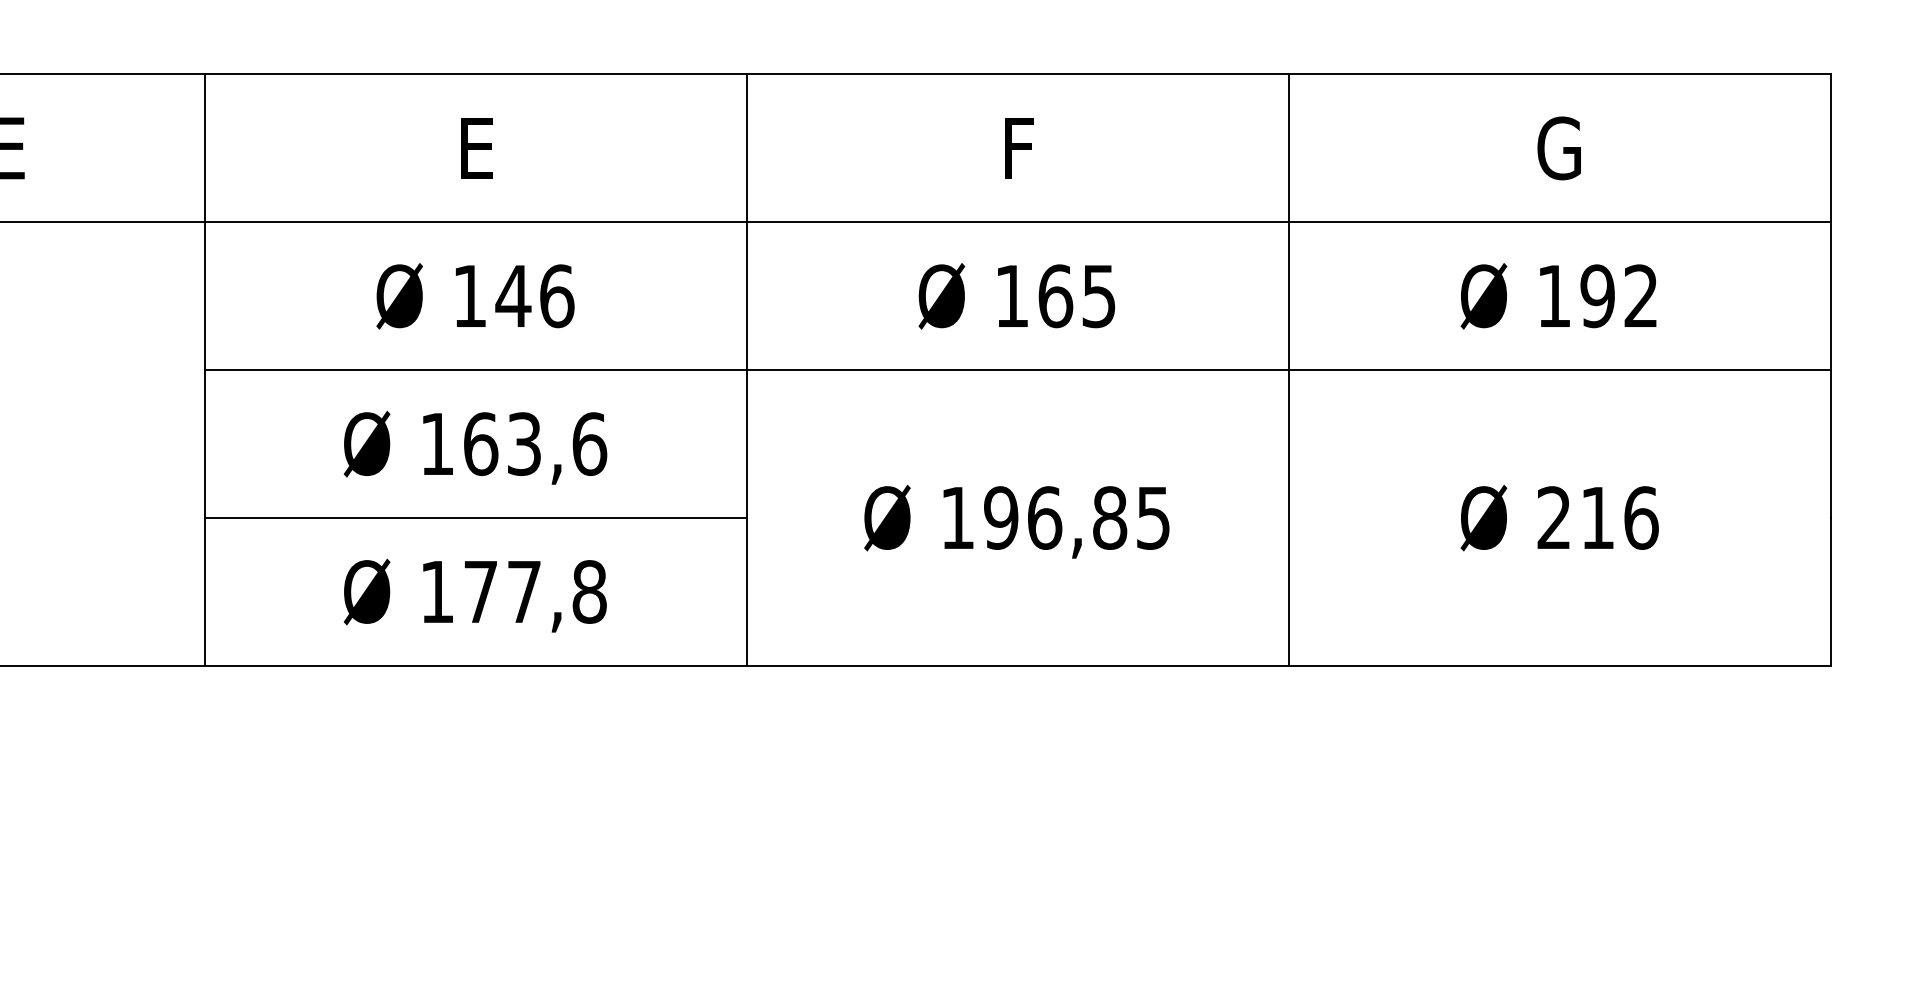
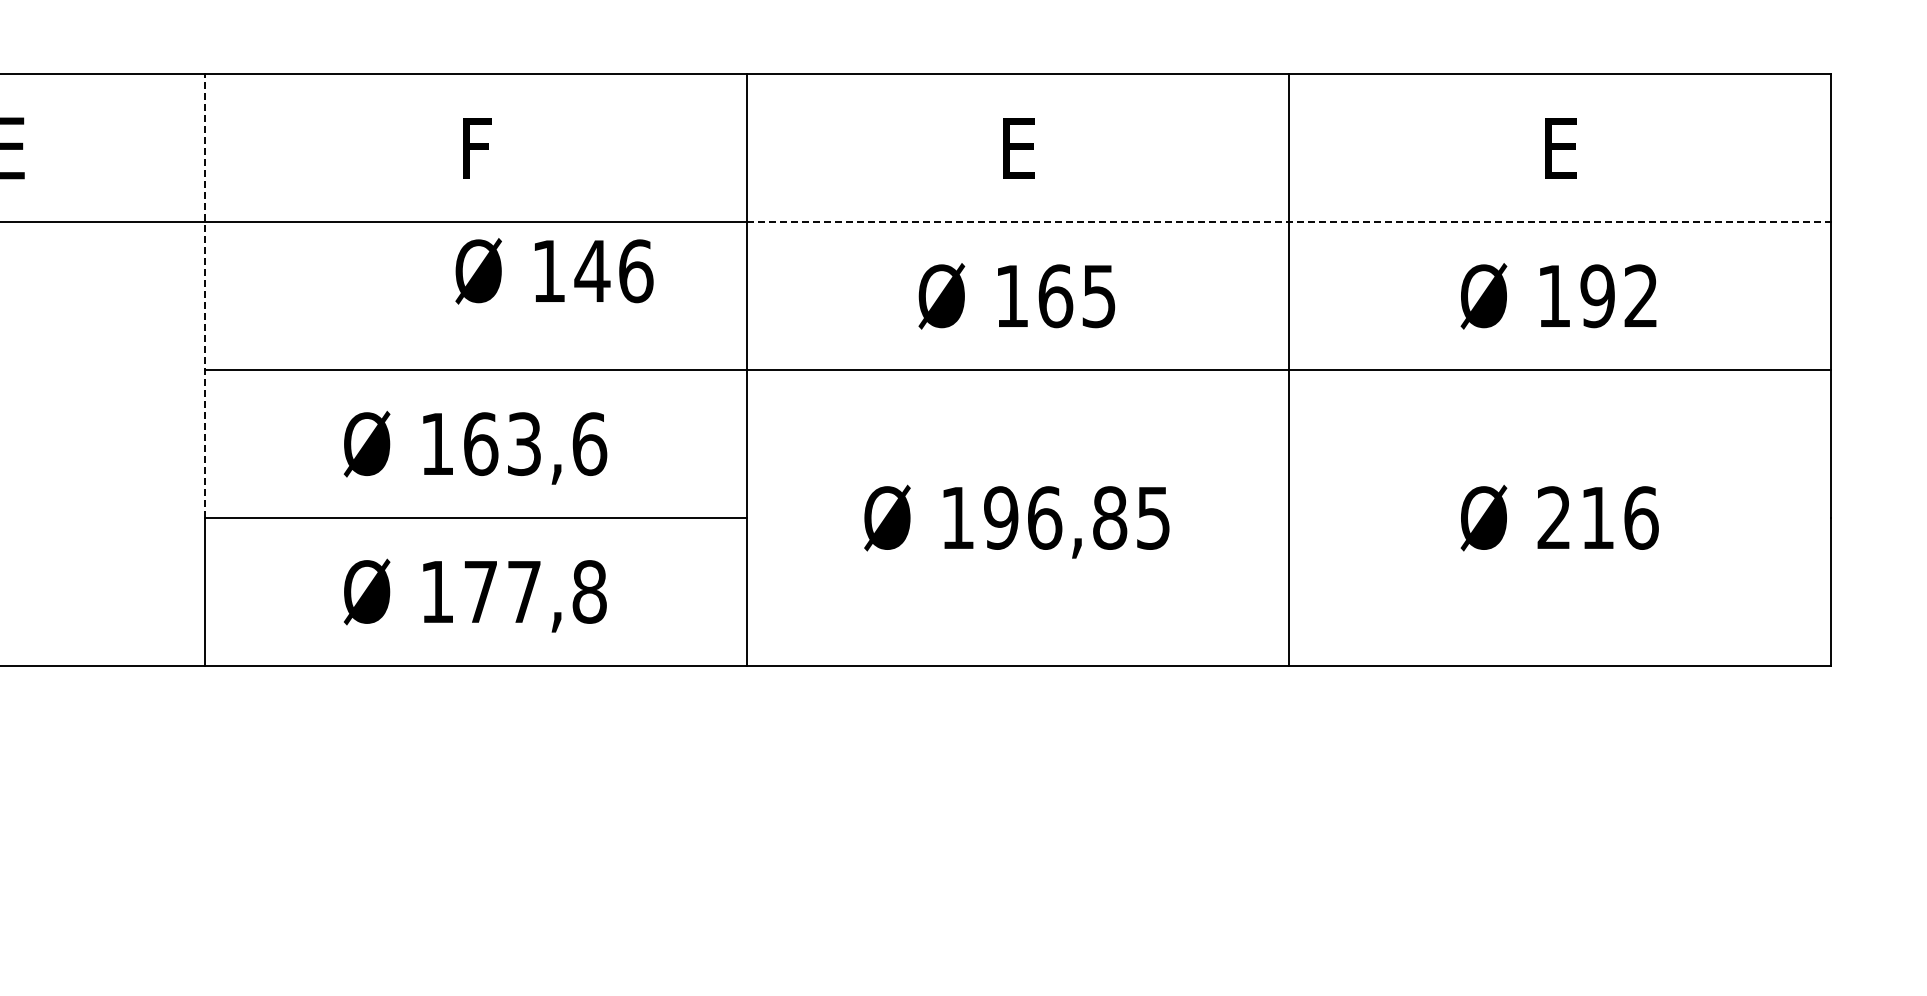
text at (476, 148): E -> F
text at (1018, 148): F -> E
text at (1558, 148): G -> E
line at (1289, 222): solid -> dashed
line at (204, 296): solid -> dashed
text at (475, 296) position: (475, 296) -> (554, 271)
